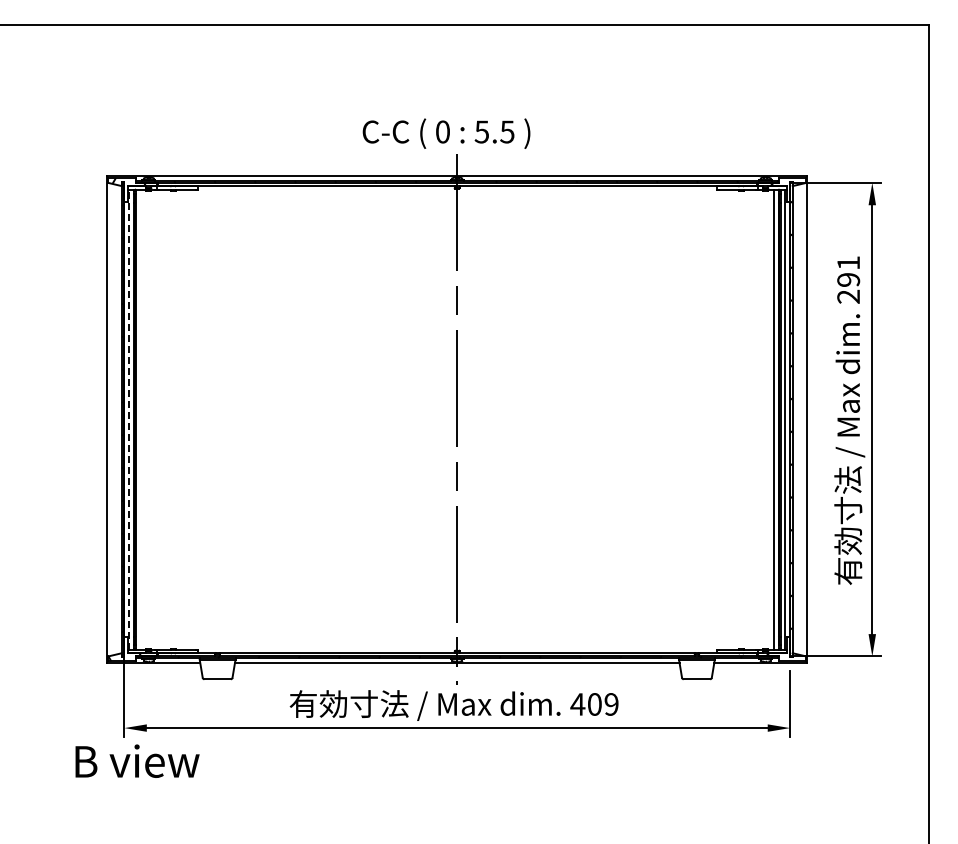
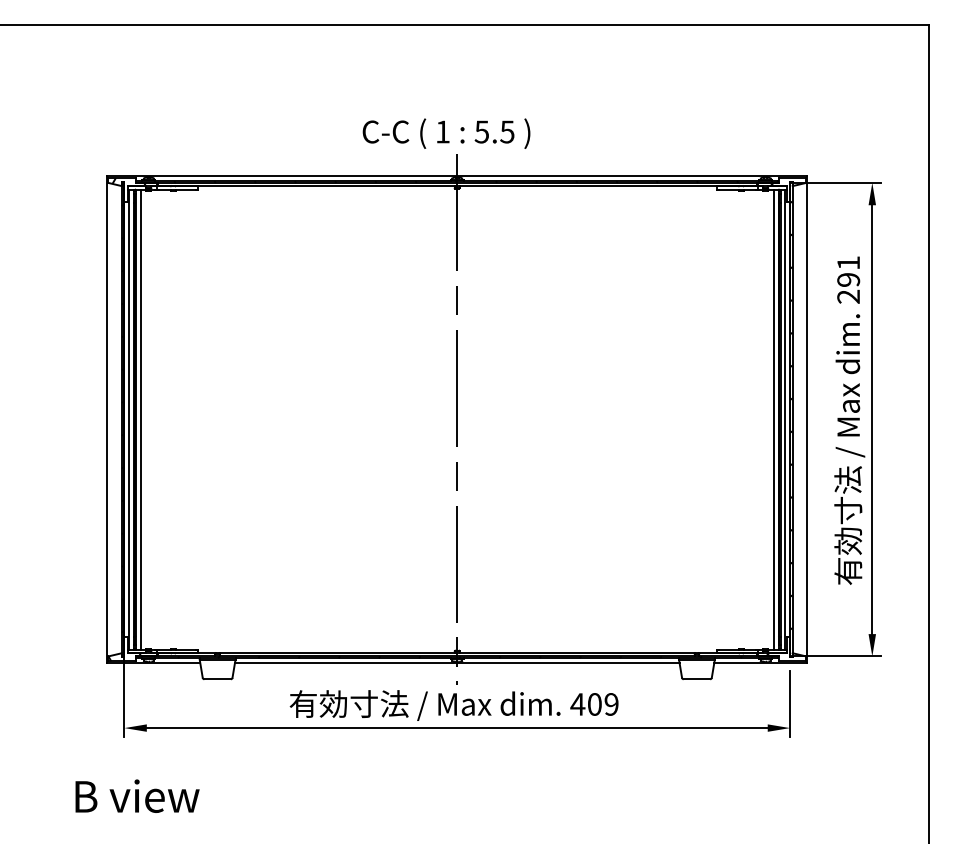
text at (442, 131): 0 -> 1
line at (129, 419): dashed -> solid
line at (140, 419): none -> present
text at (137, 760) position: (137, 760) -> (137, 795)
